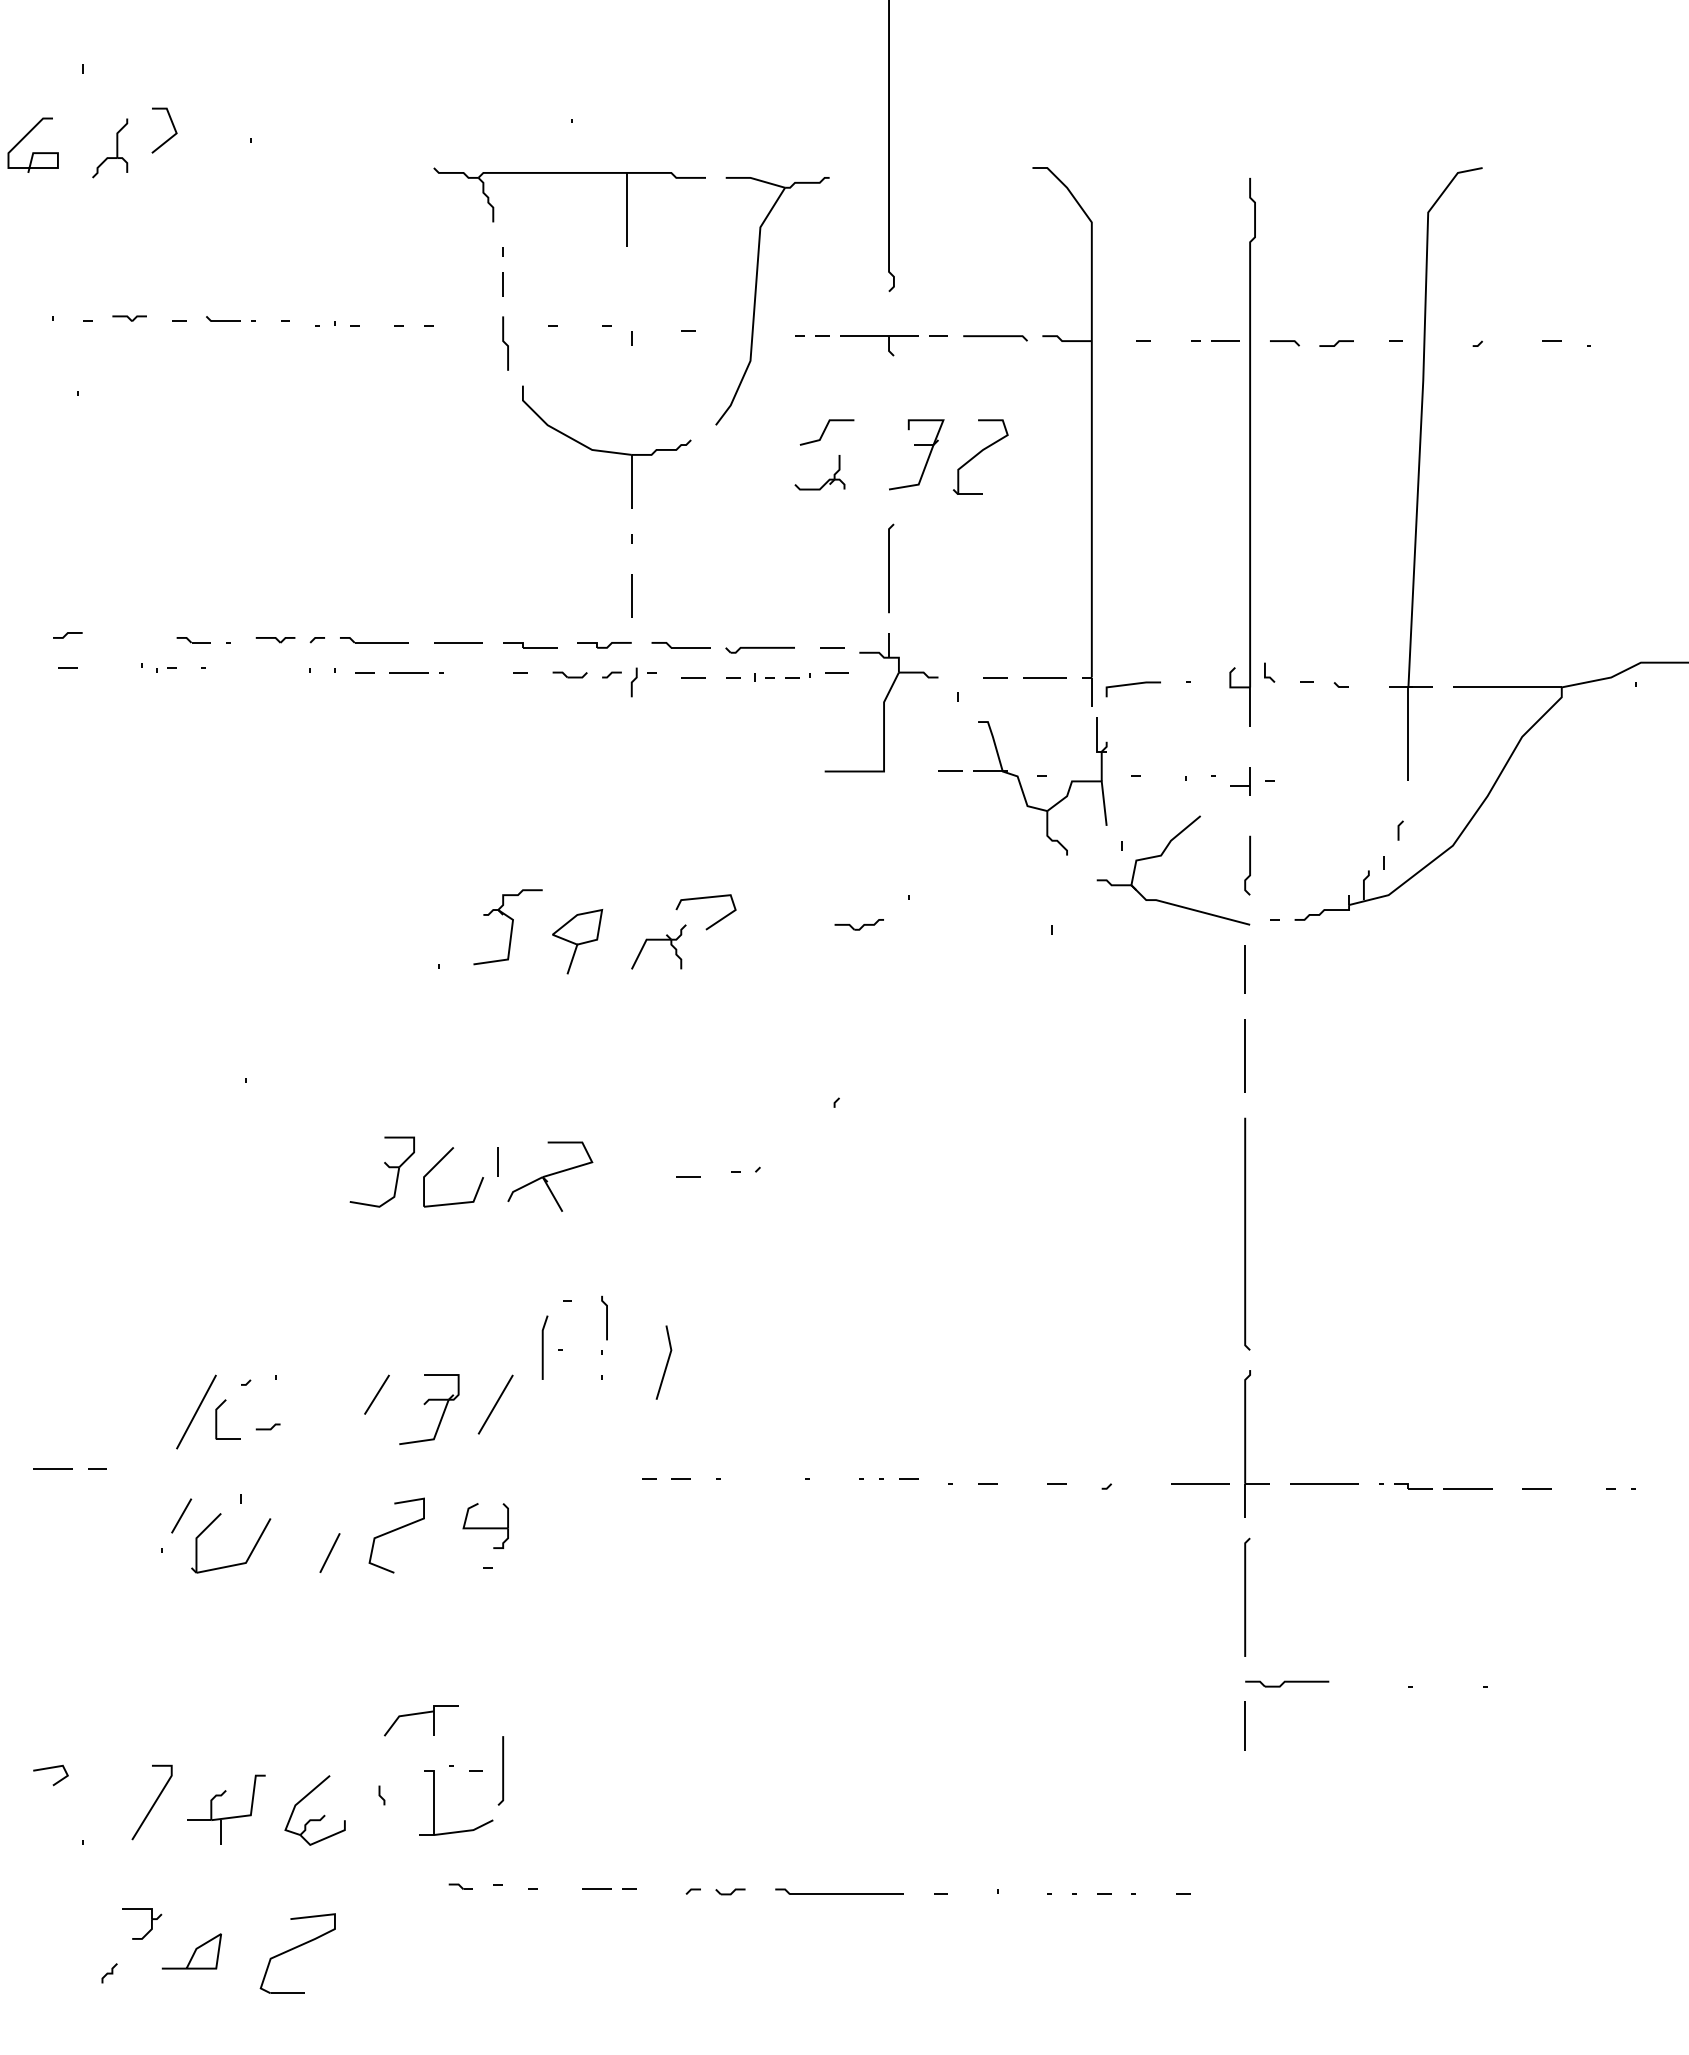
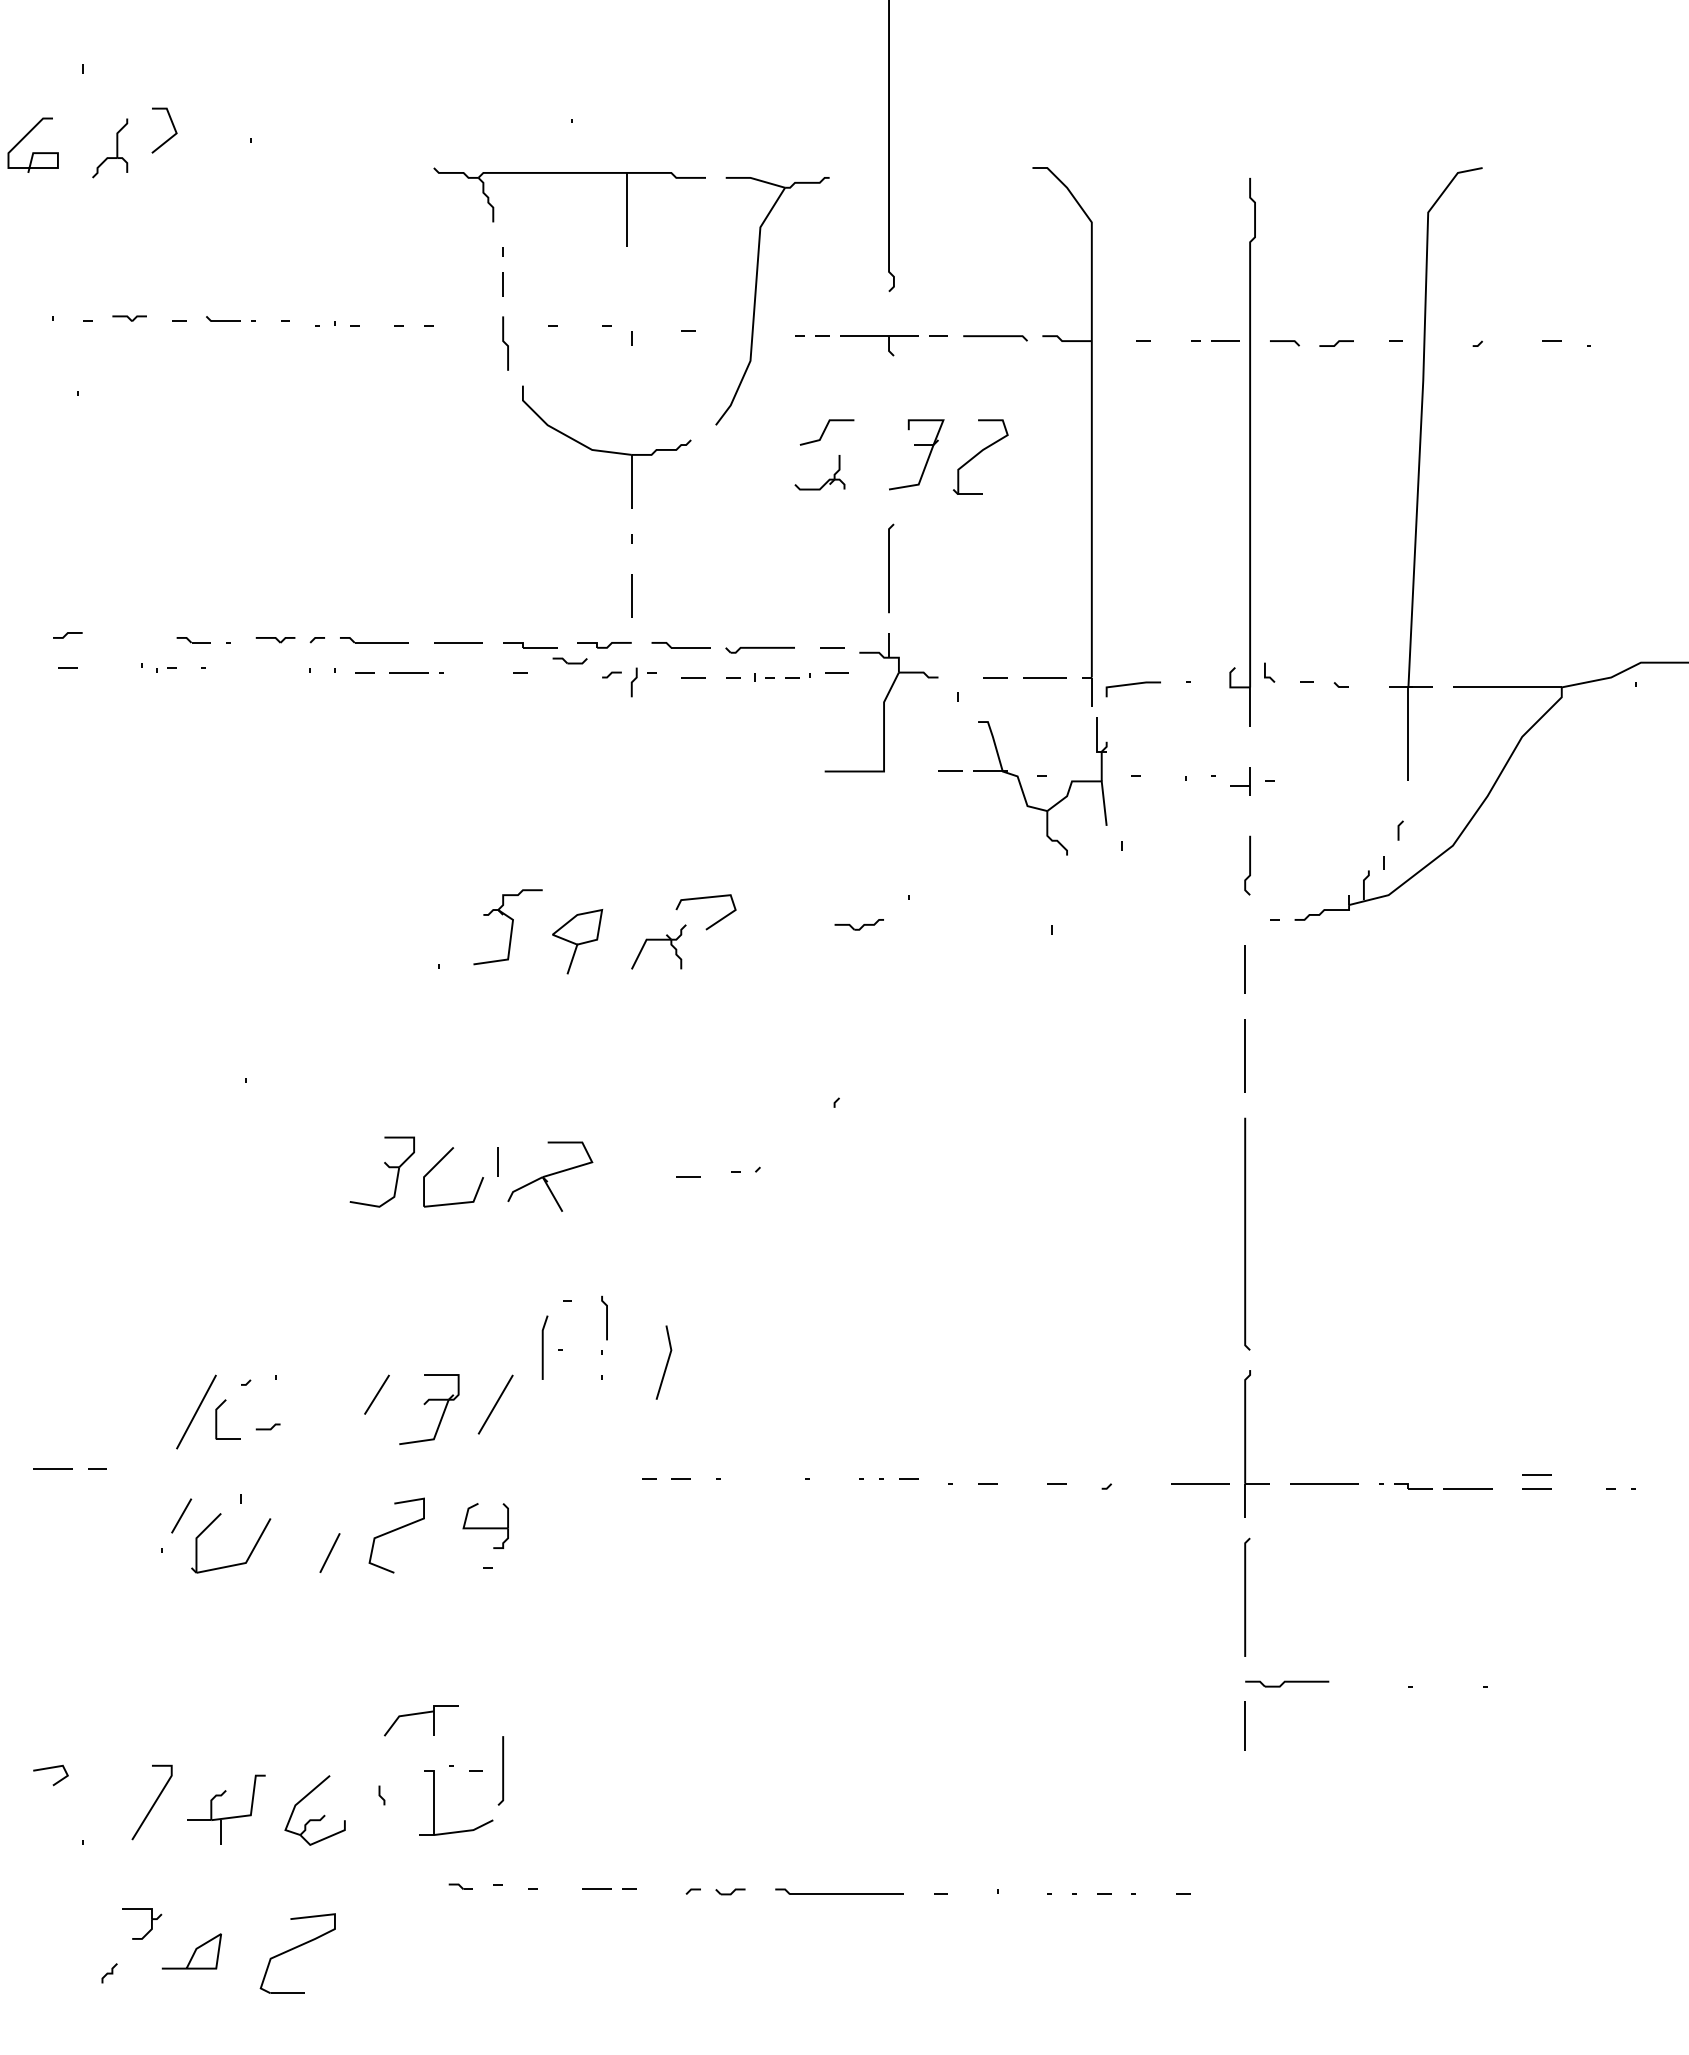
part at (569, 674) position: (569, 674) -> (569, 660)
part at (1161, 856): present -> none
line at (1536, 1474): none -> present
